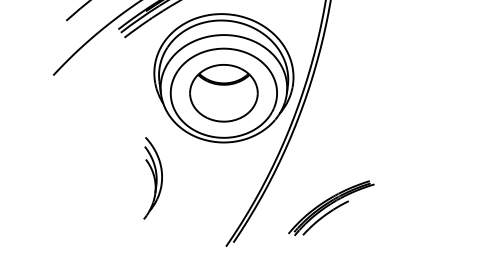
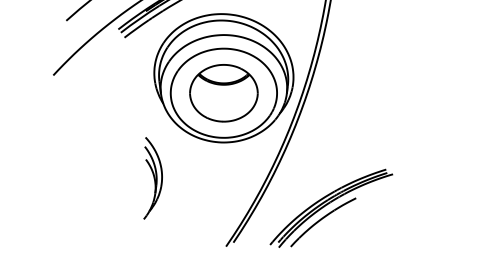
part at (331, 208) size: 87x57 px -> 125x80 px
